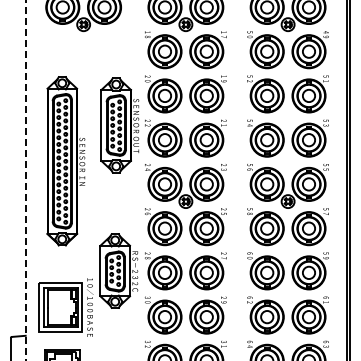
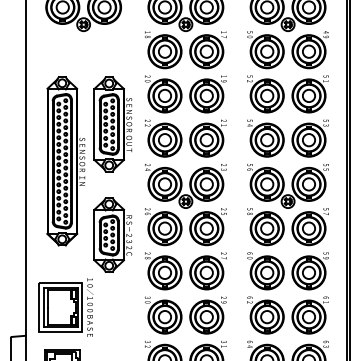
part at (119, 125) position: (119, 125) -> (112, 124)
line at (25, 180): dashed -> solid
part at (118, 270) position: (118, 270) -> (112, 234)
